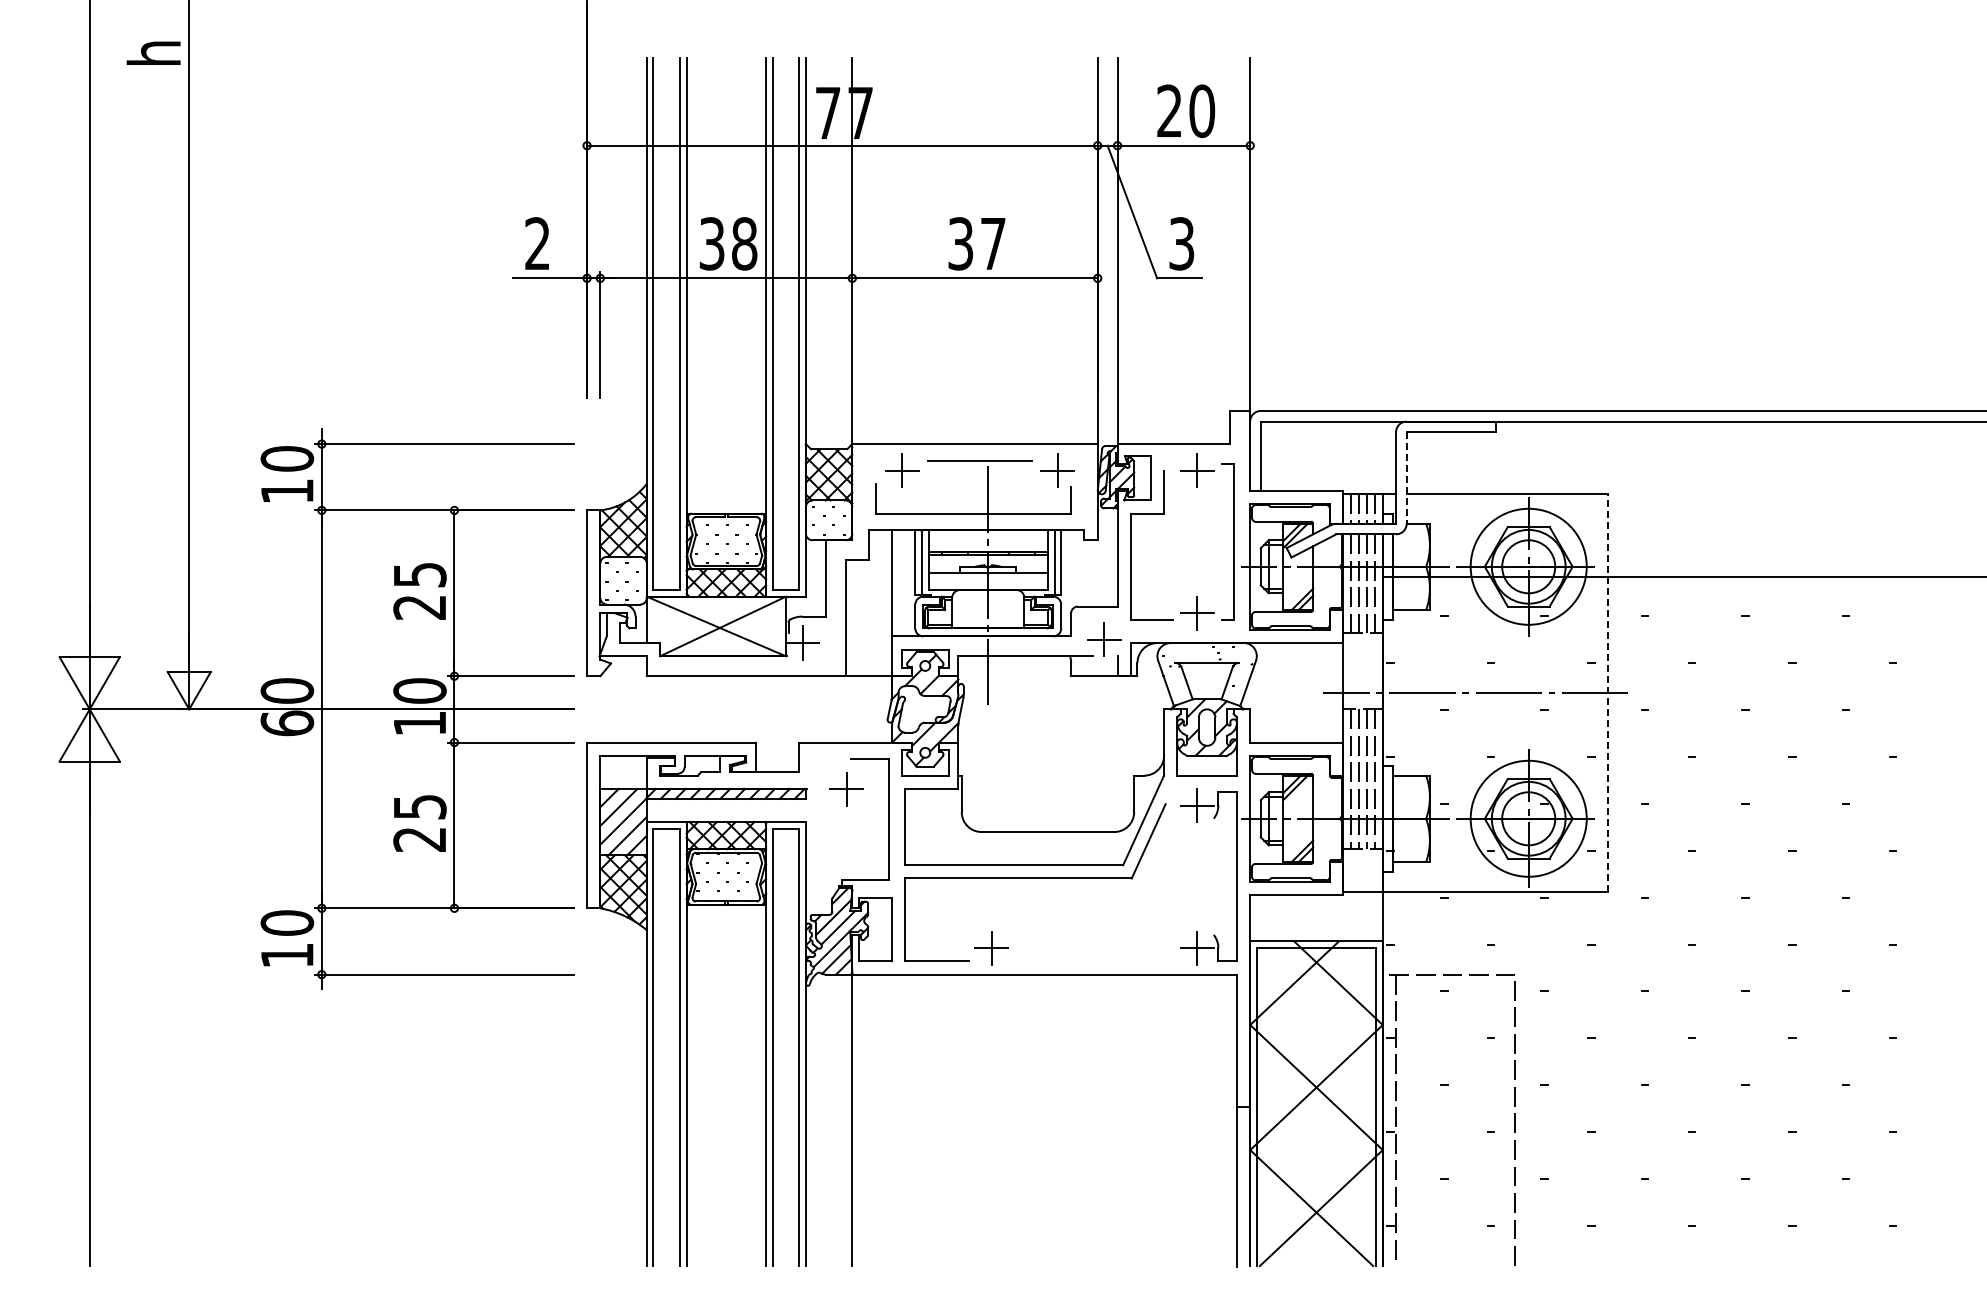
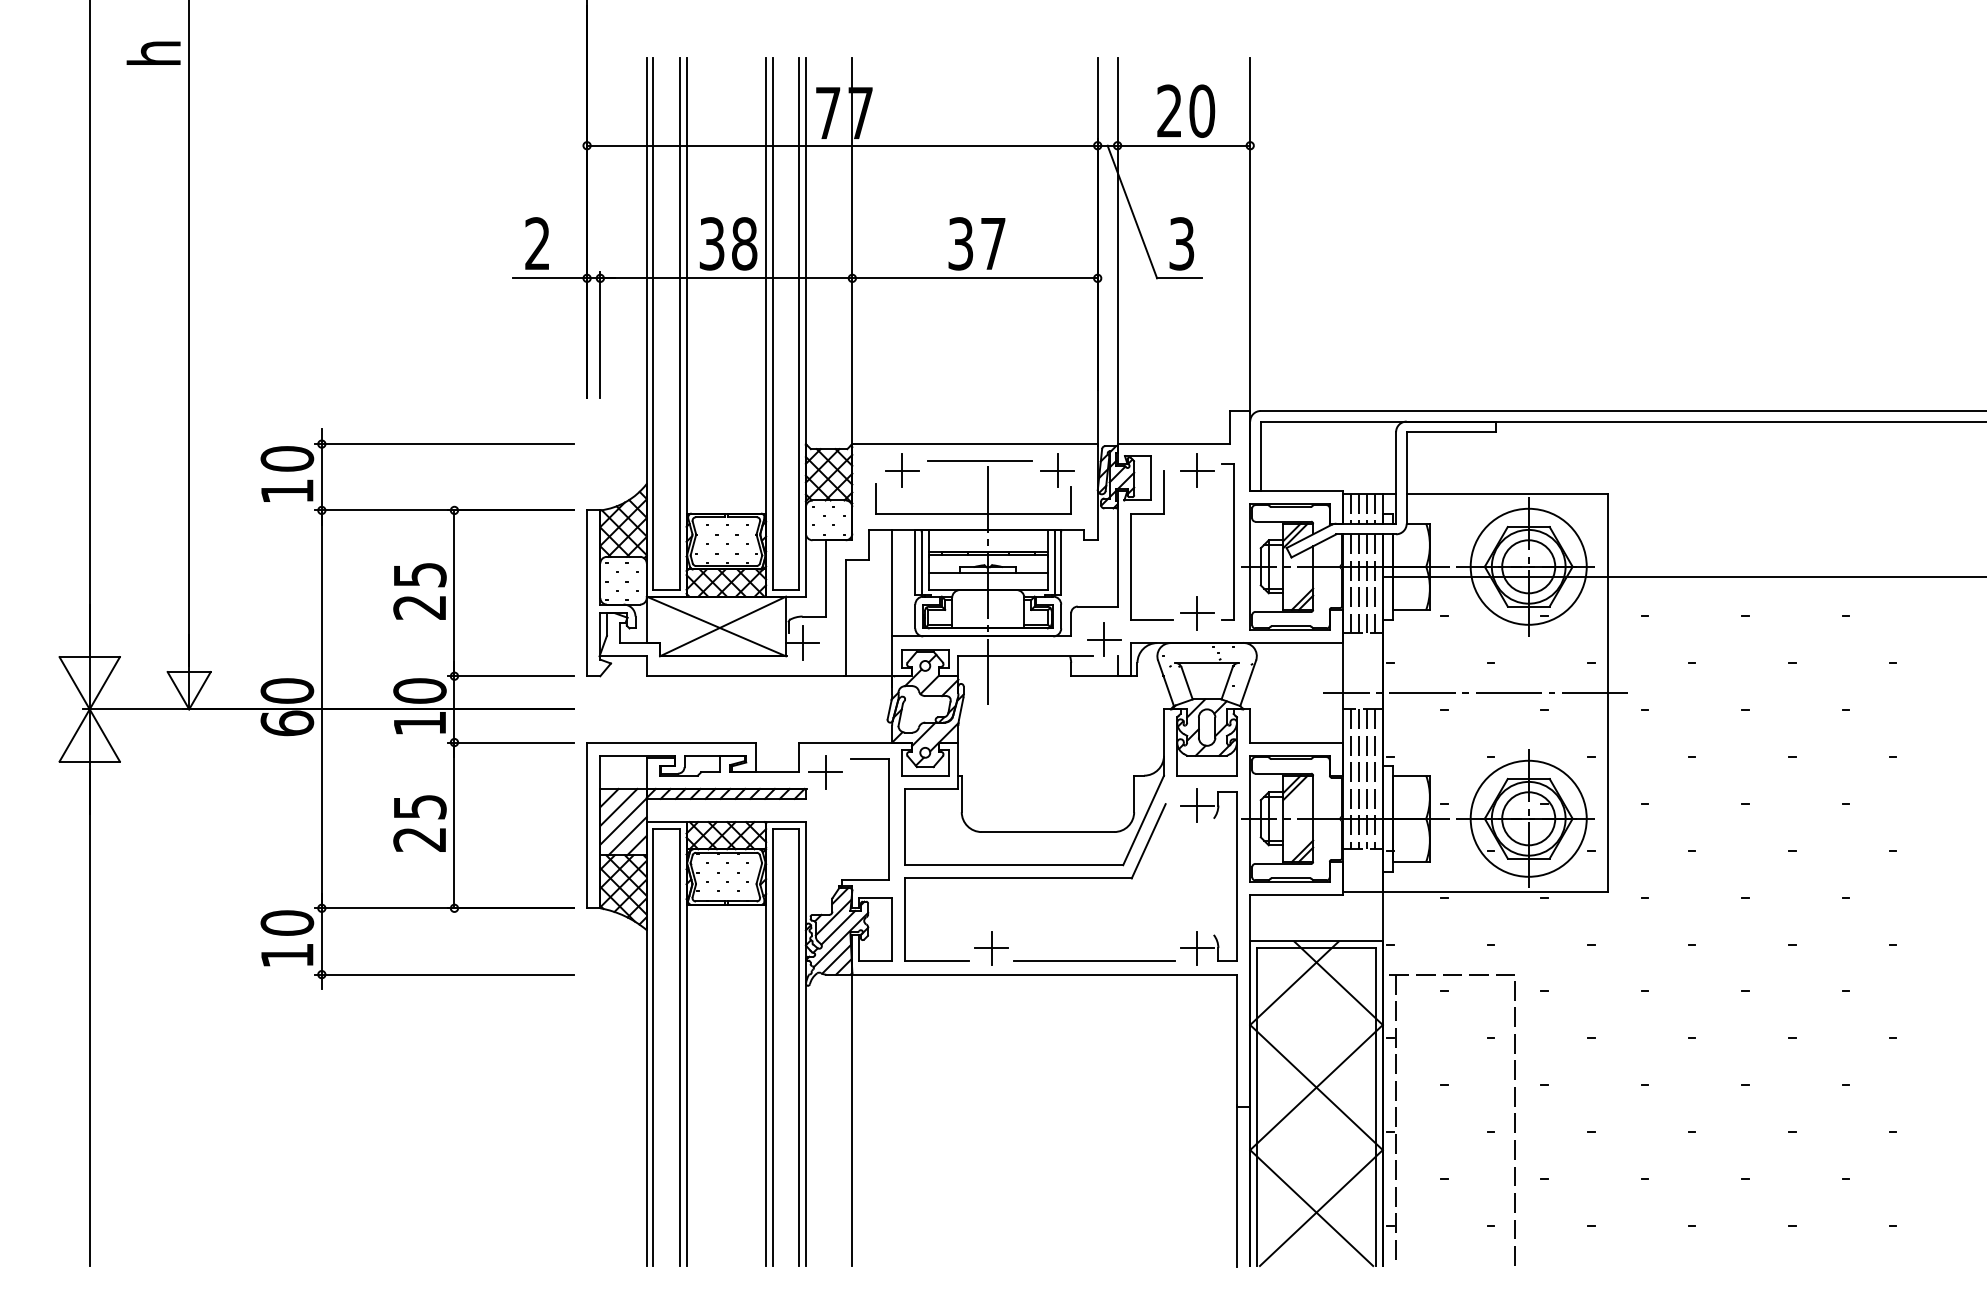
line at (1406, 477): dashed -> solid
line at (1608, 692): dashed -> solid
part at (846, 789) position: (846, 789) -> (825, 772)
line at (1094, 961): none -> present
